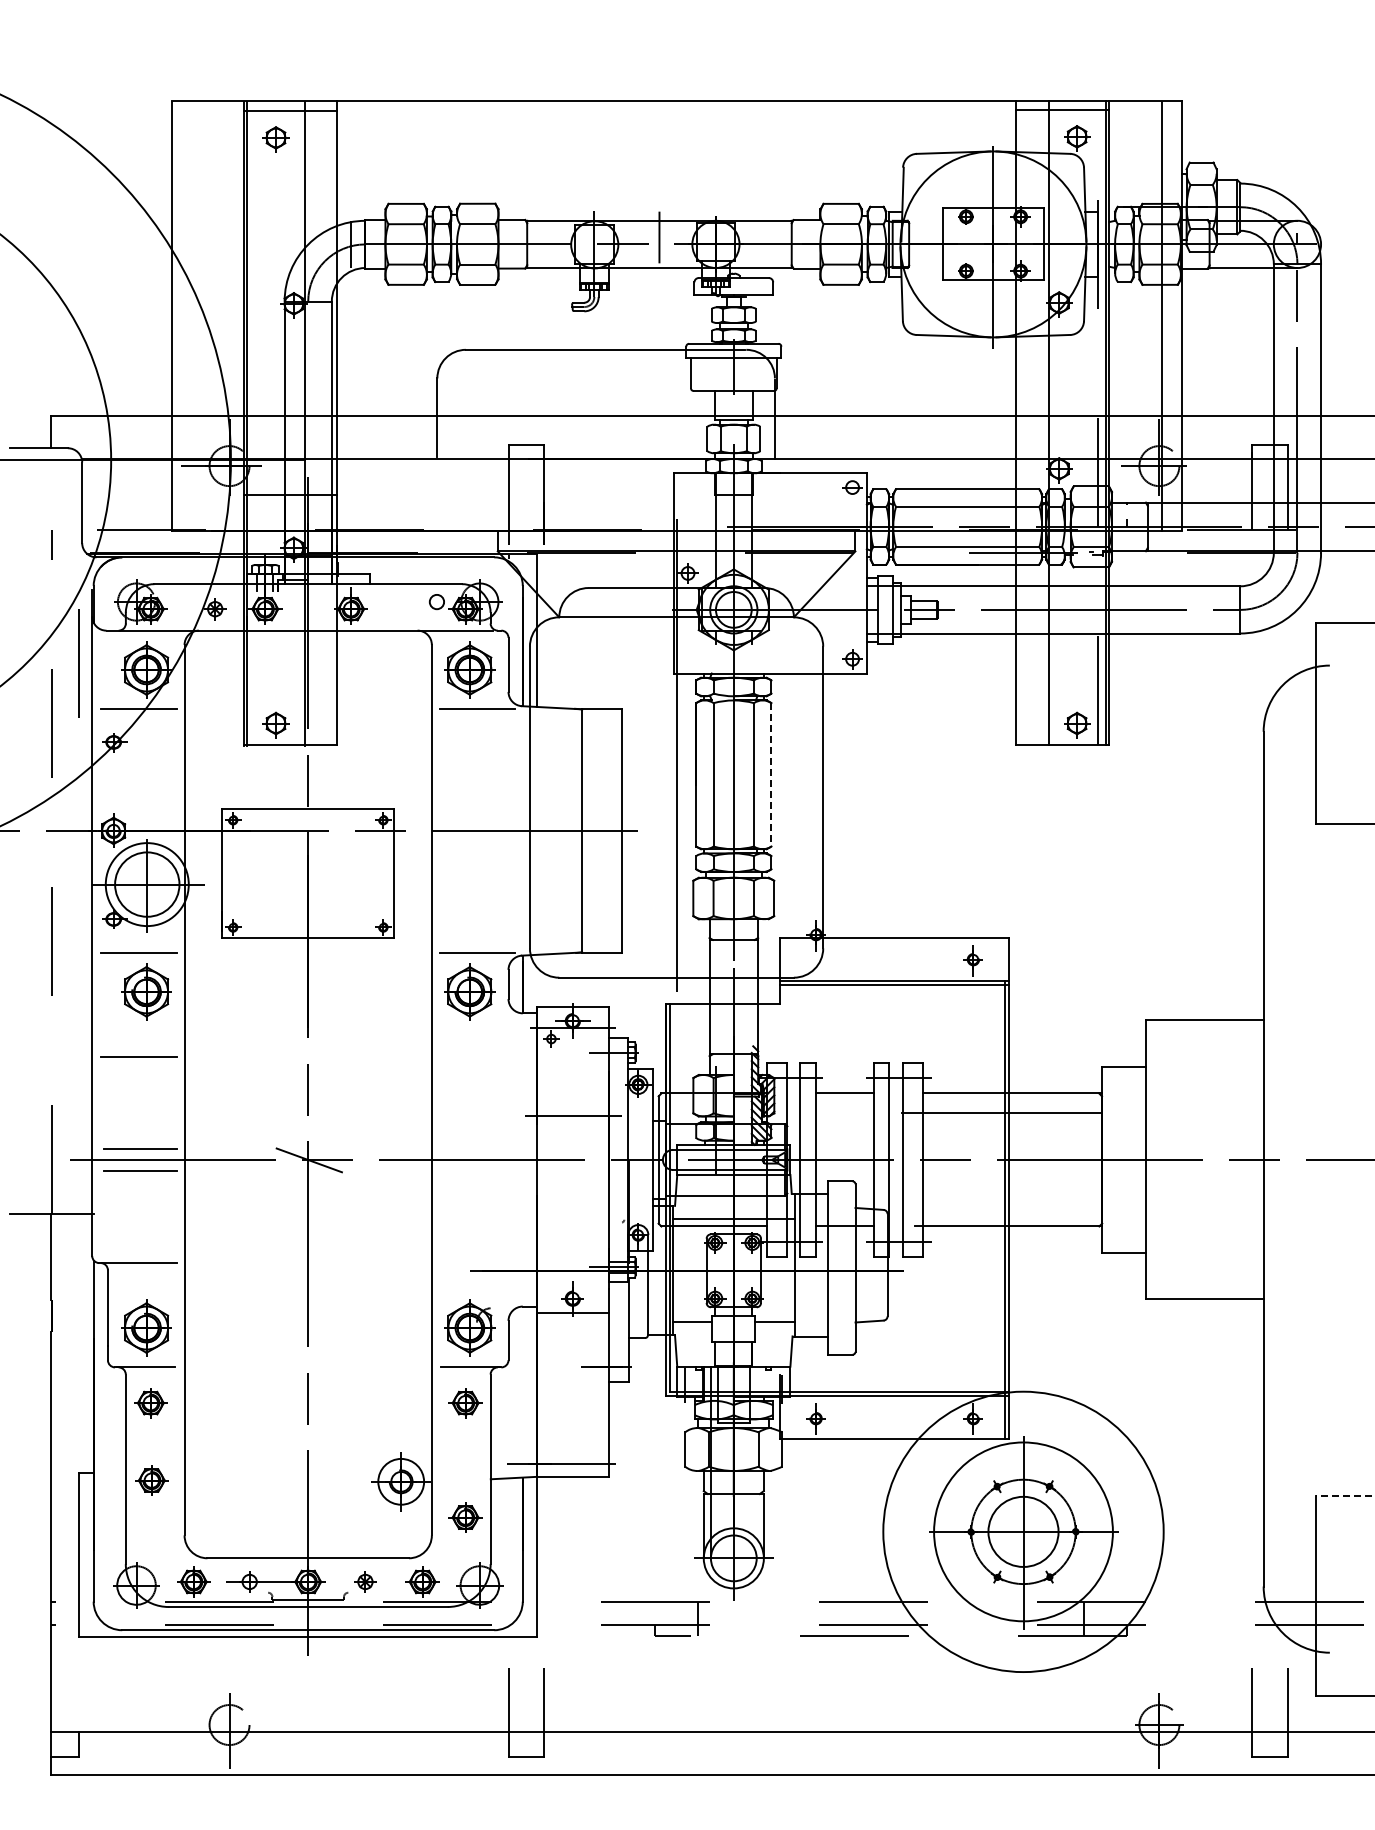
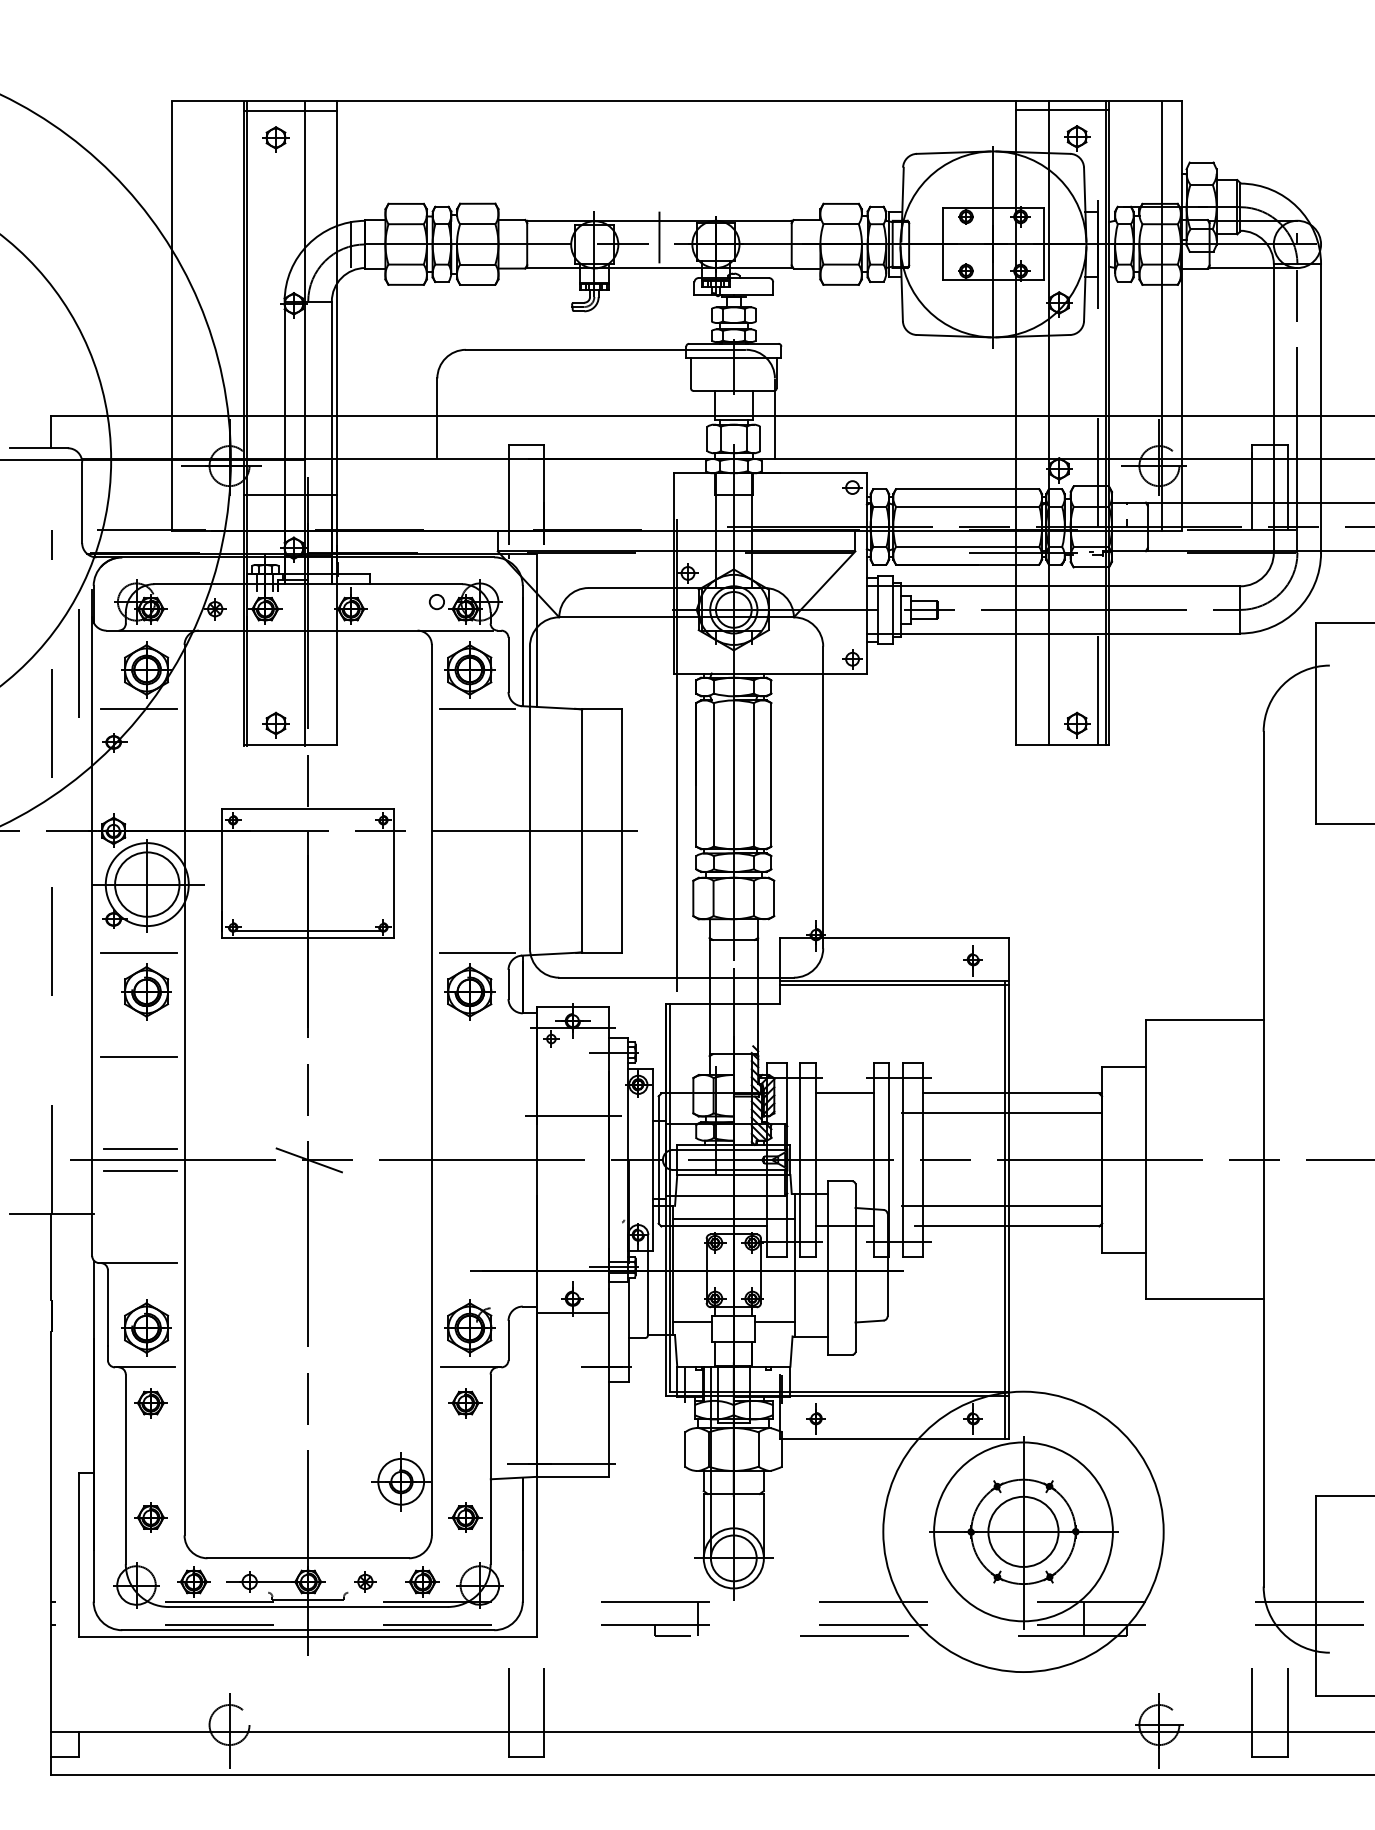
line at (771, 774): dashed -> solid
line at (308, 931): none -> present
line at (1001, 1206): none -> present
part at (151, 1480) position: (151, 1480) -> (150, 1517)
line at (1344, 1496): dashed -> solid
